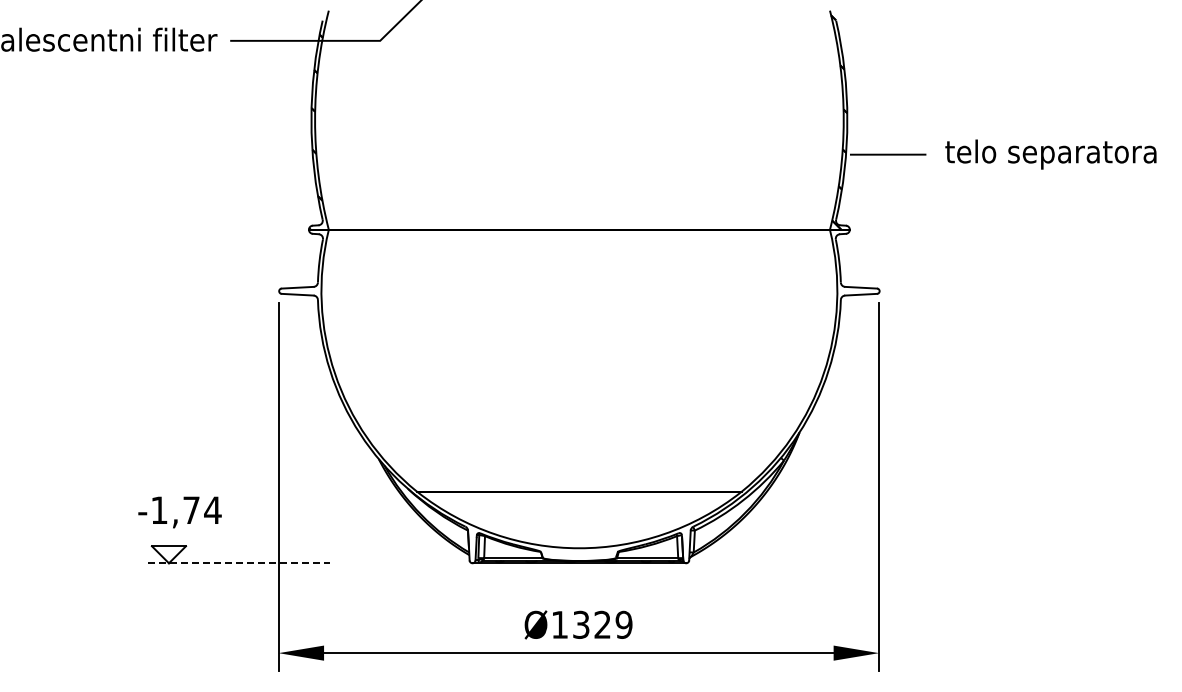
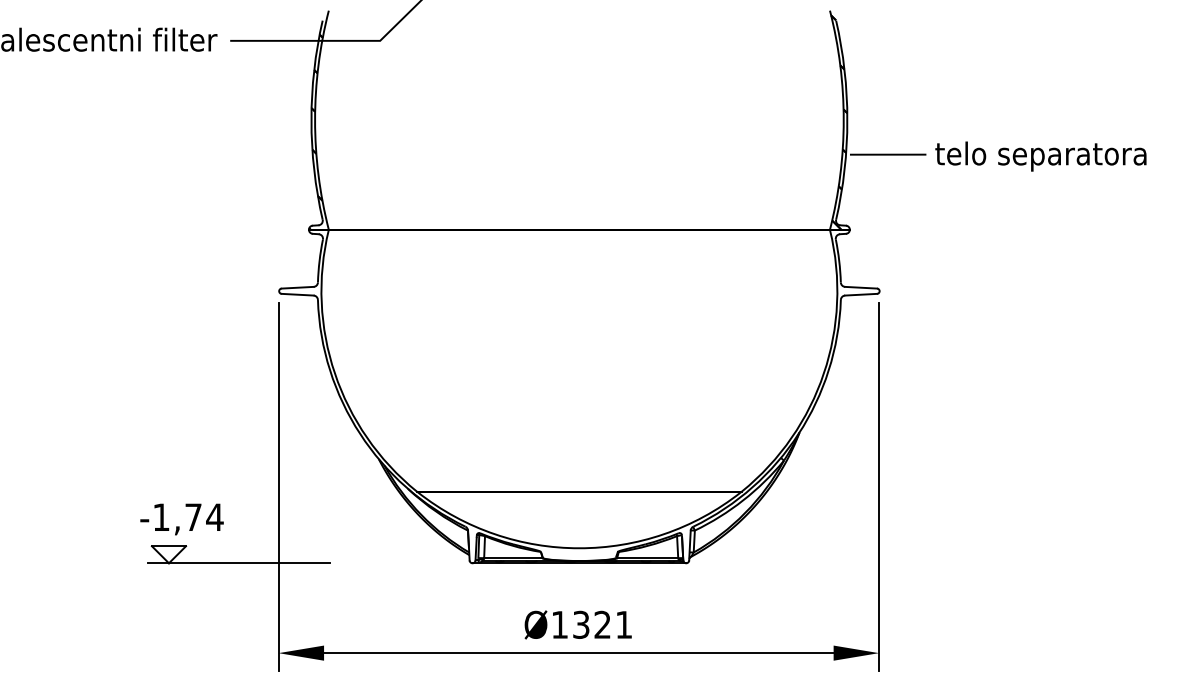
text at (1050, 154) position: (1050, 154) -> (1040, 156)
text at (179, 512) position: (179, 512) -> (181, 519)
line at (238, 563): dashed -> solid
text at (623, 624): Ø1329 -> Ø1321
